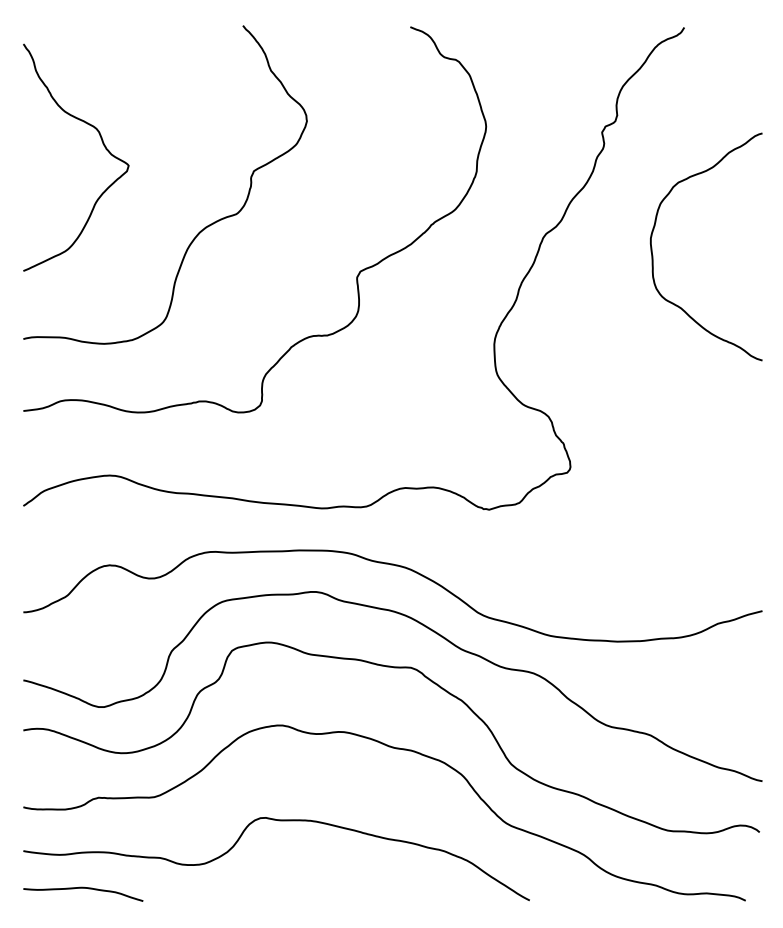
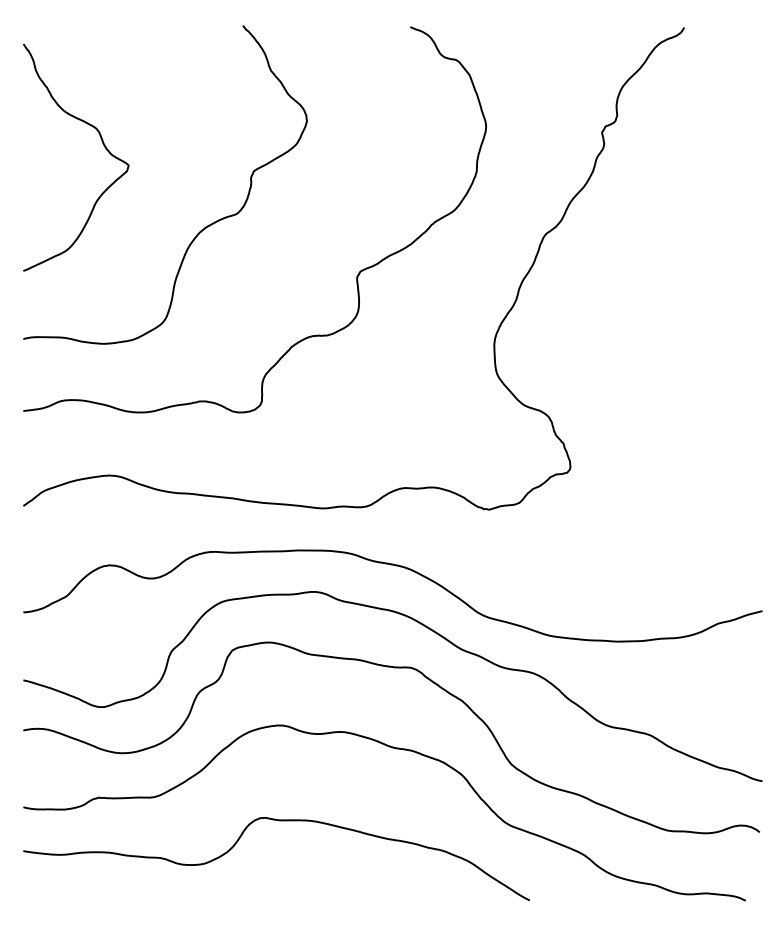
curve at (653, 255): present -> none
curve at (83, 888): present -> none
